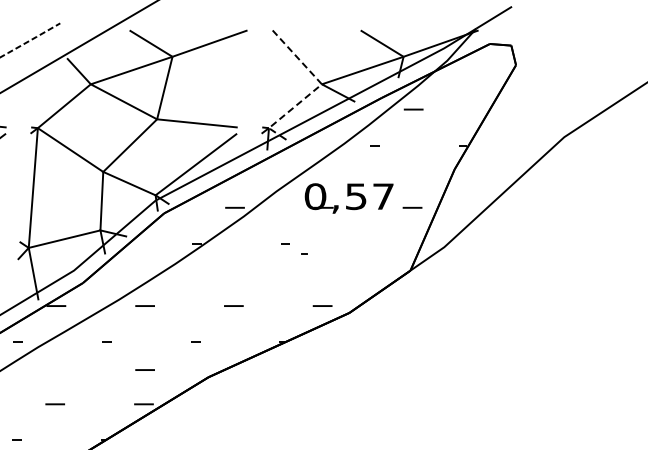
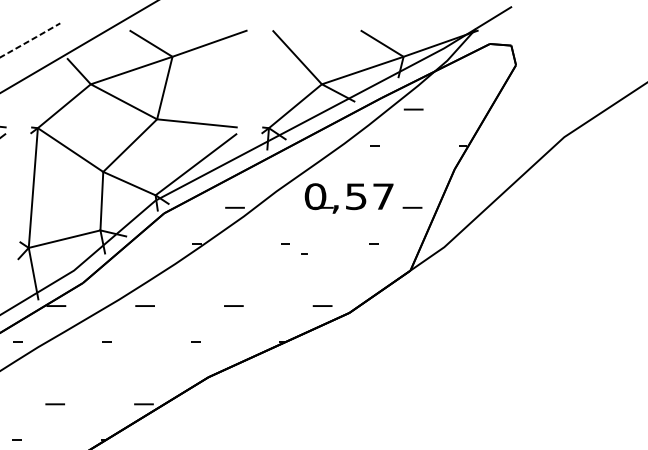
line at (318, 87): dashed -> solid
line at (373, 243): none -> present
line at (144, 369): present -> none
